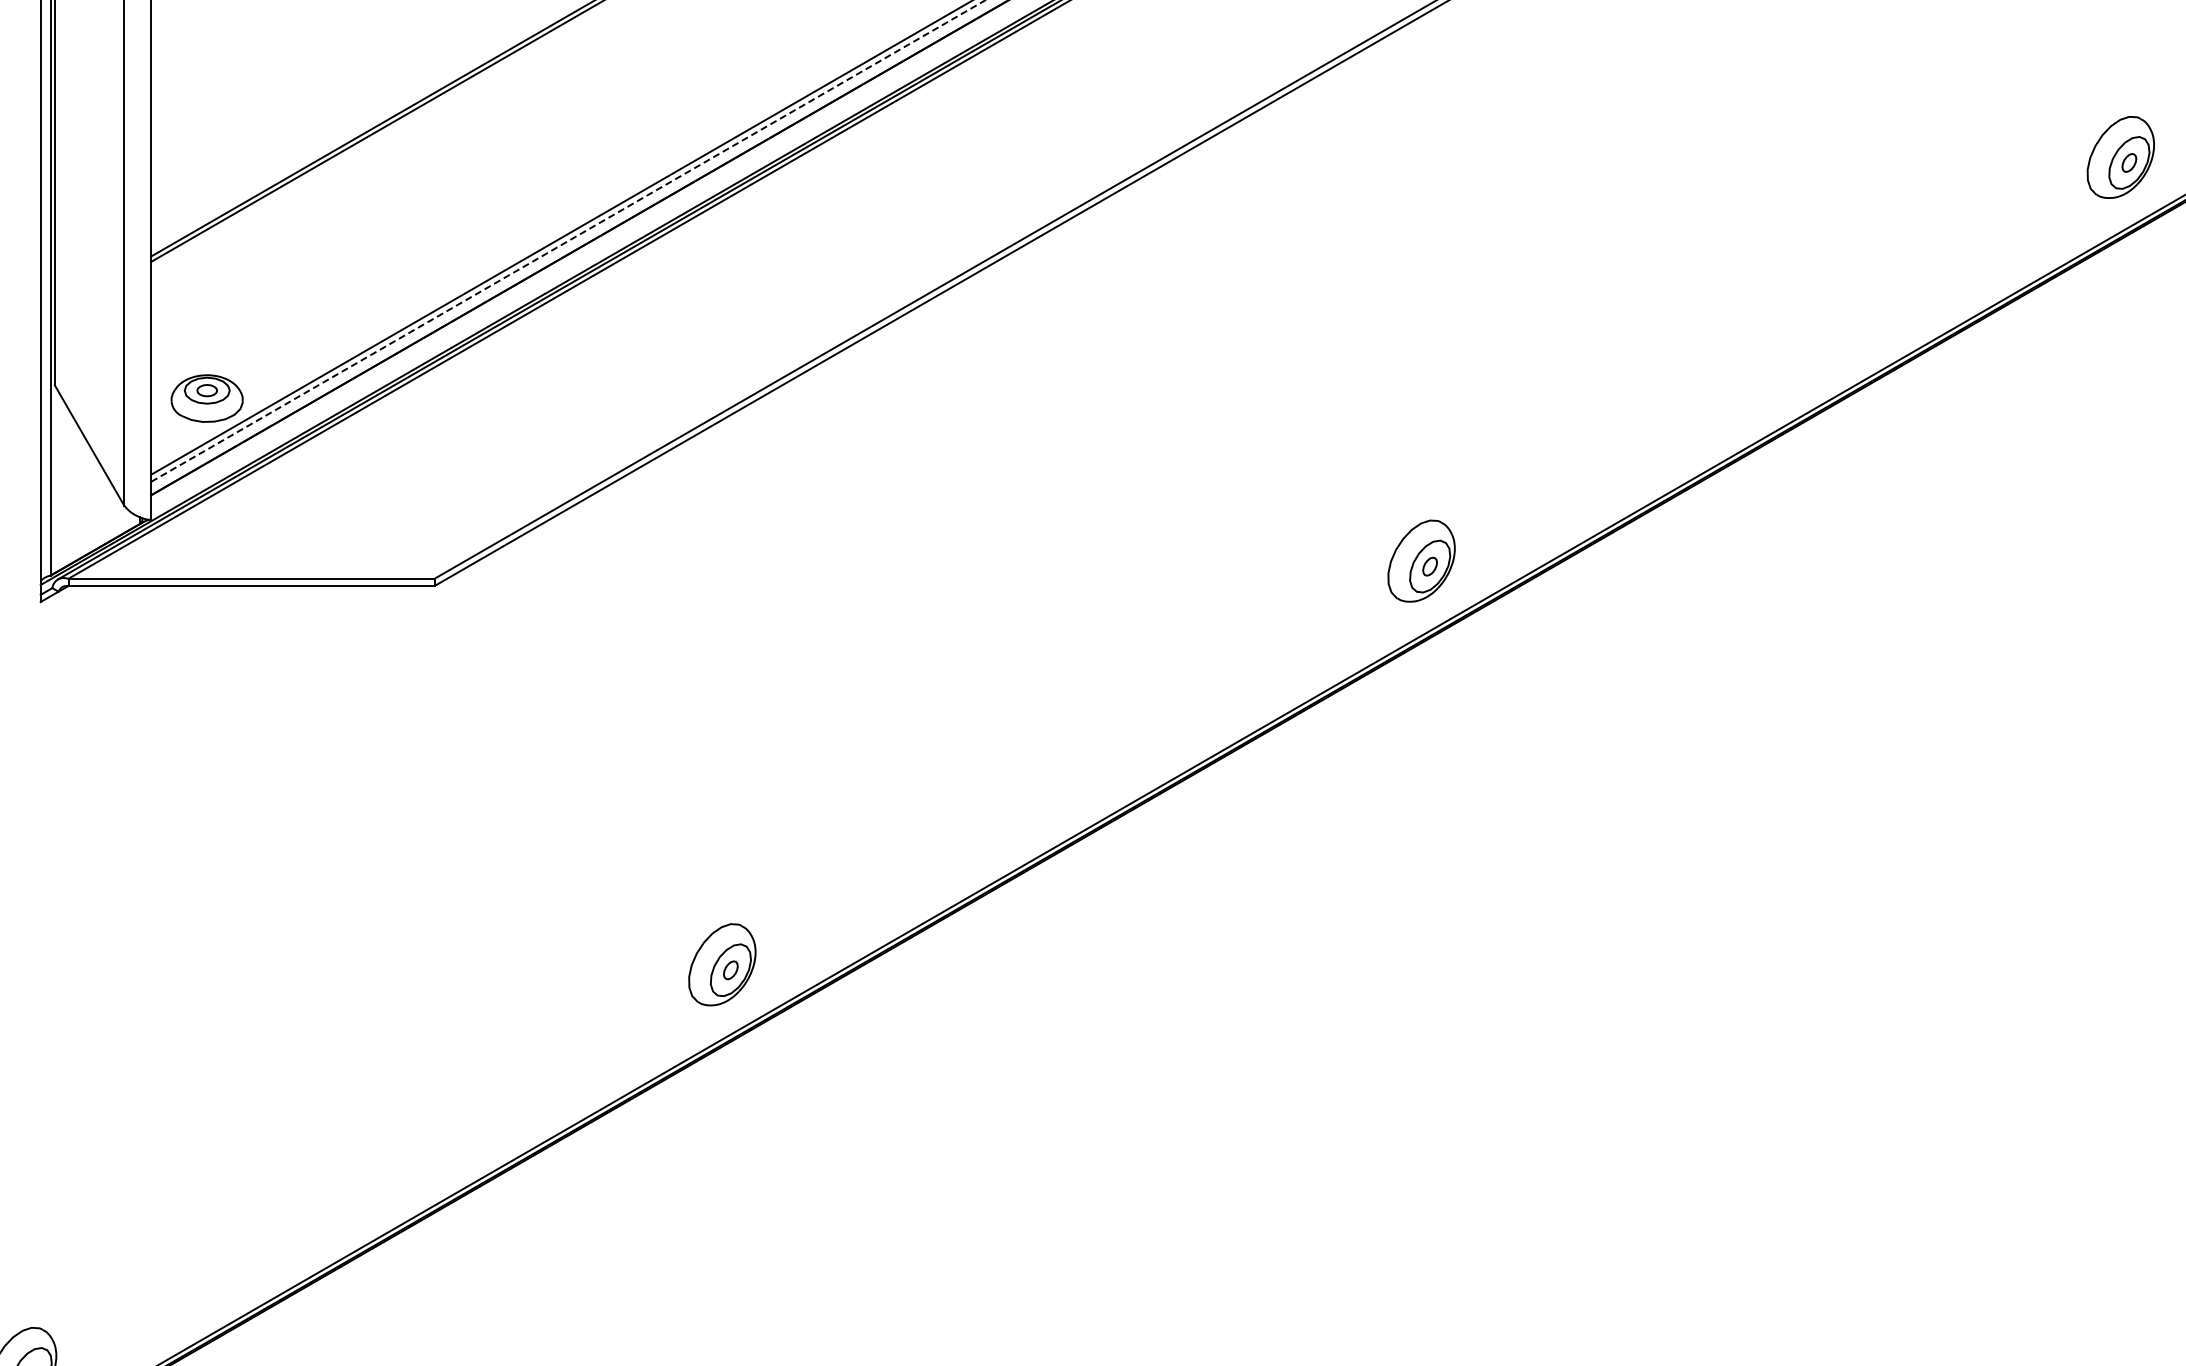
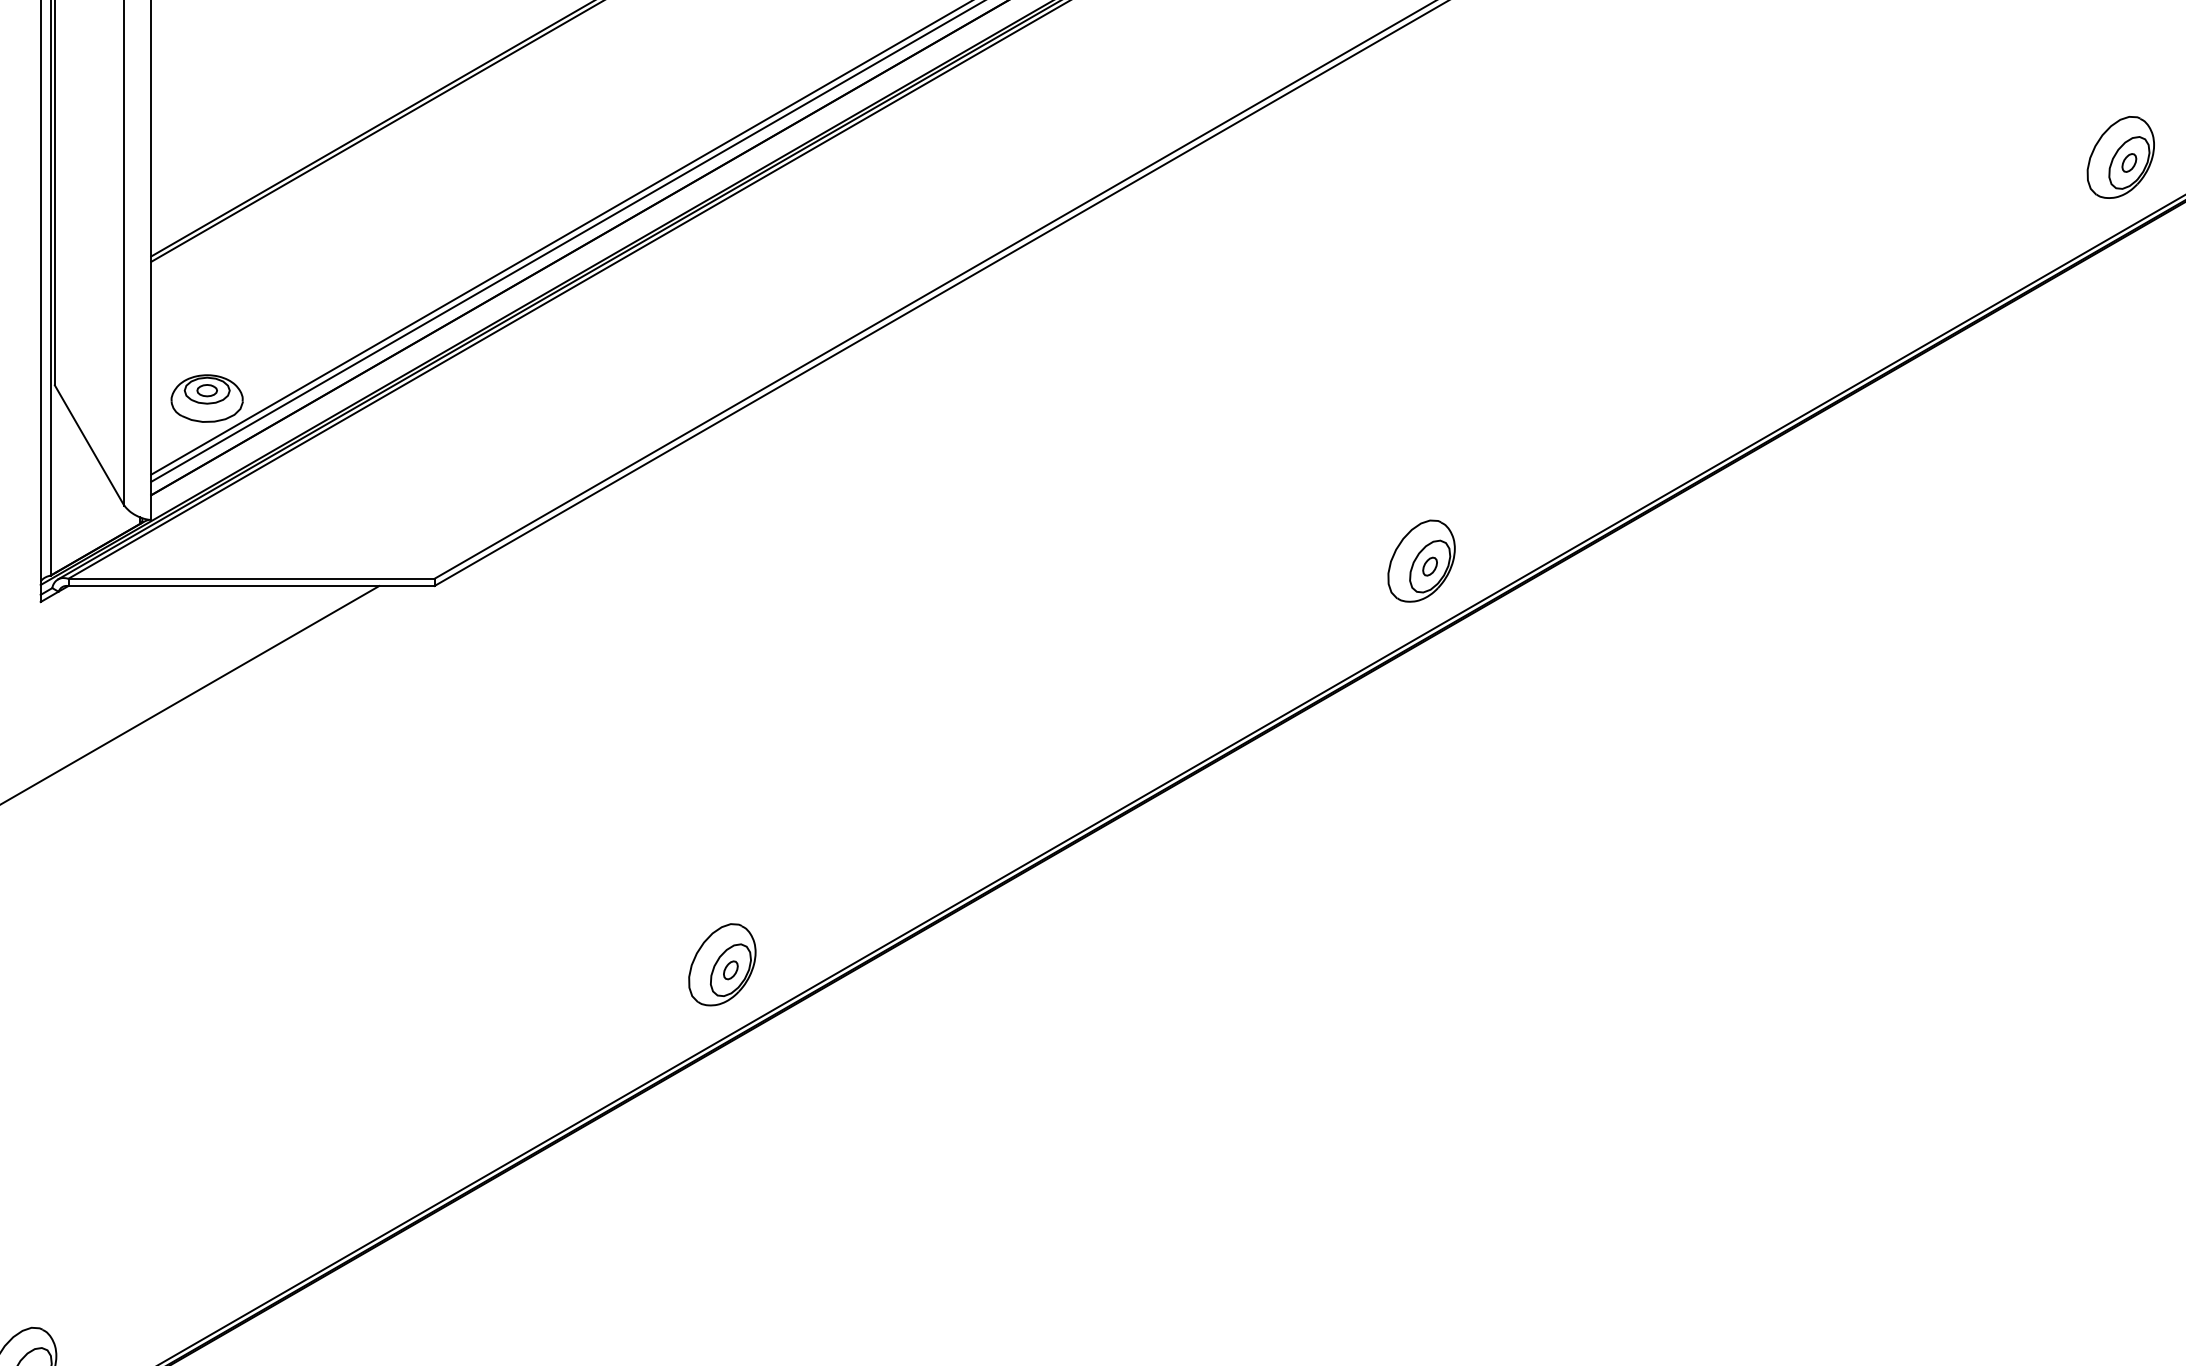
line at (568, 240): dashed -> solid
line at (190, 694): none -> present
